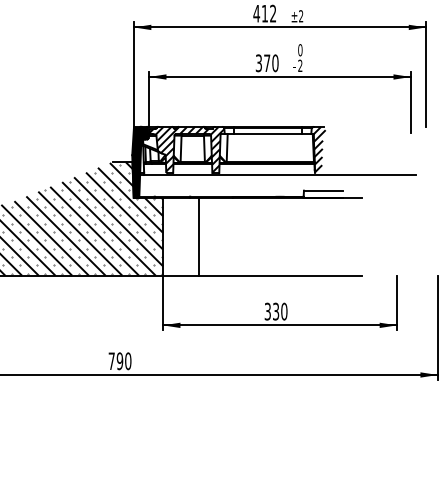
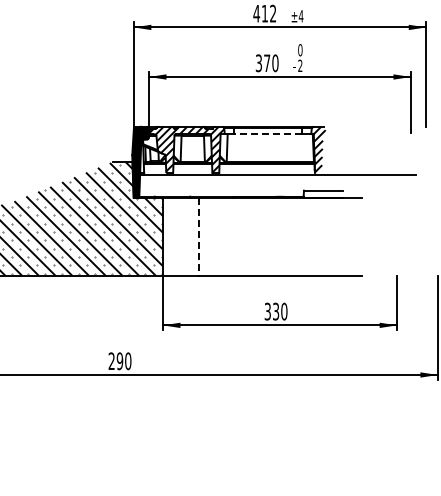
text at (300, 16): ±2 -> ±4
line at (267, 133): solid -> dashed
line at (198, 236): solid -> dashed
text at (111, 360): 790 -> 290
